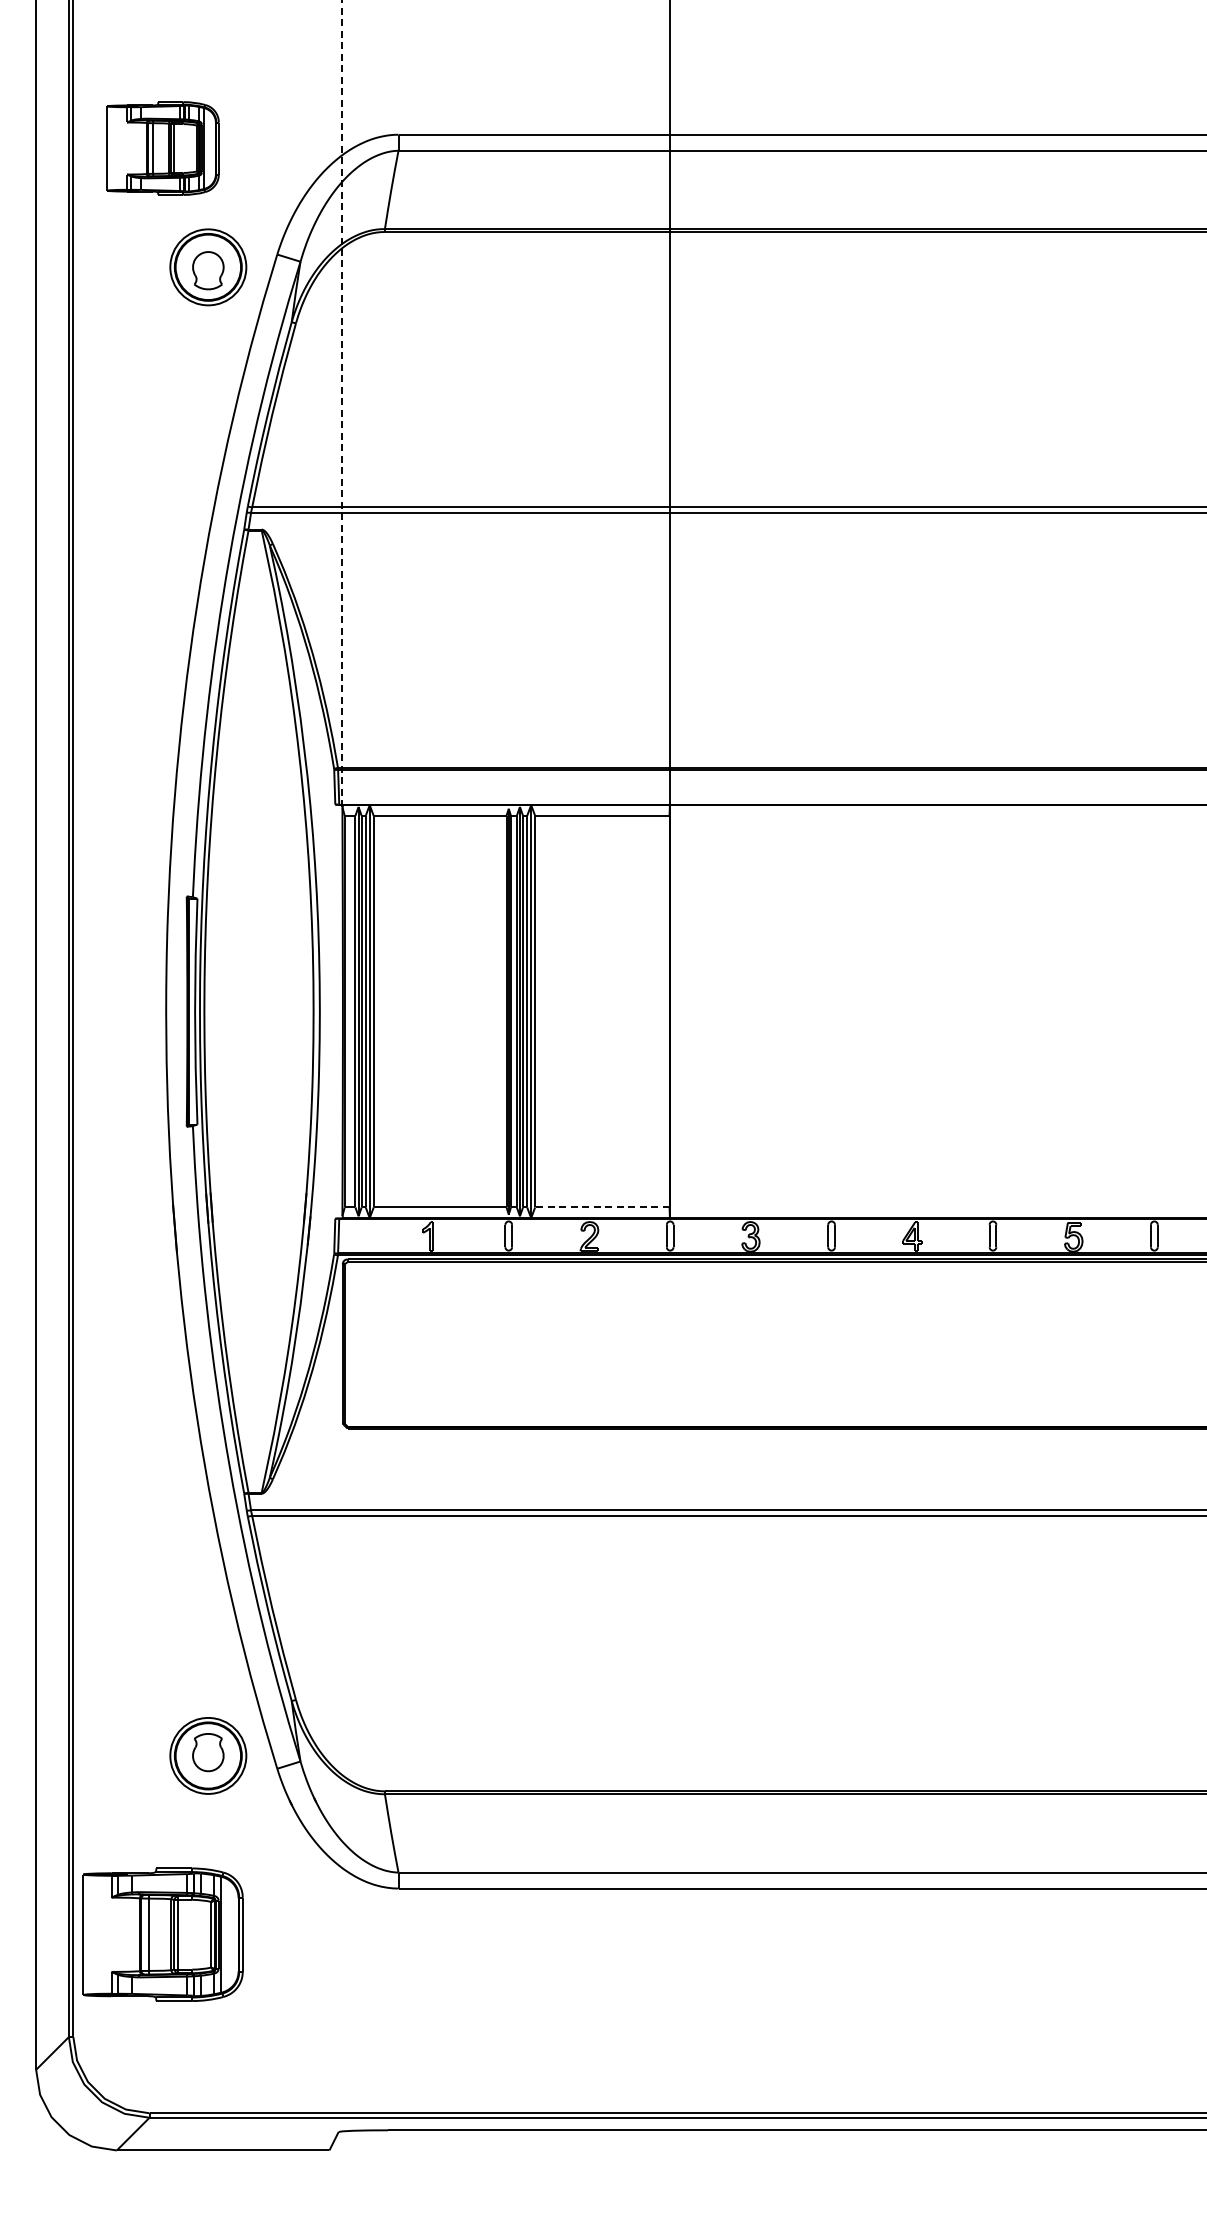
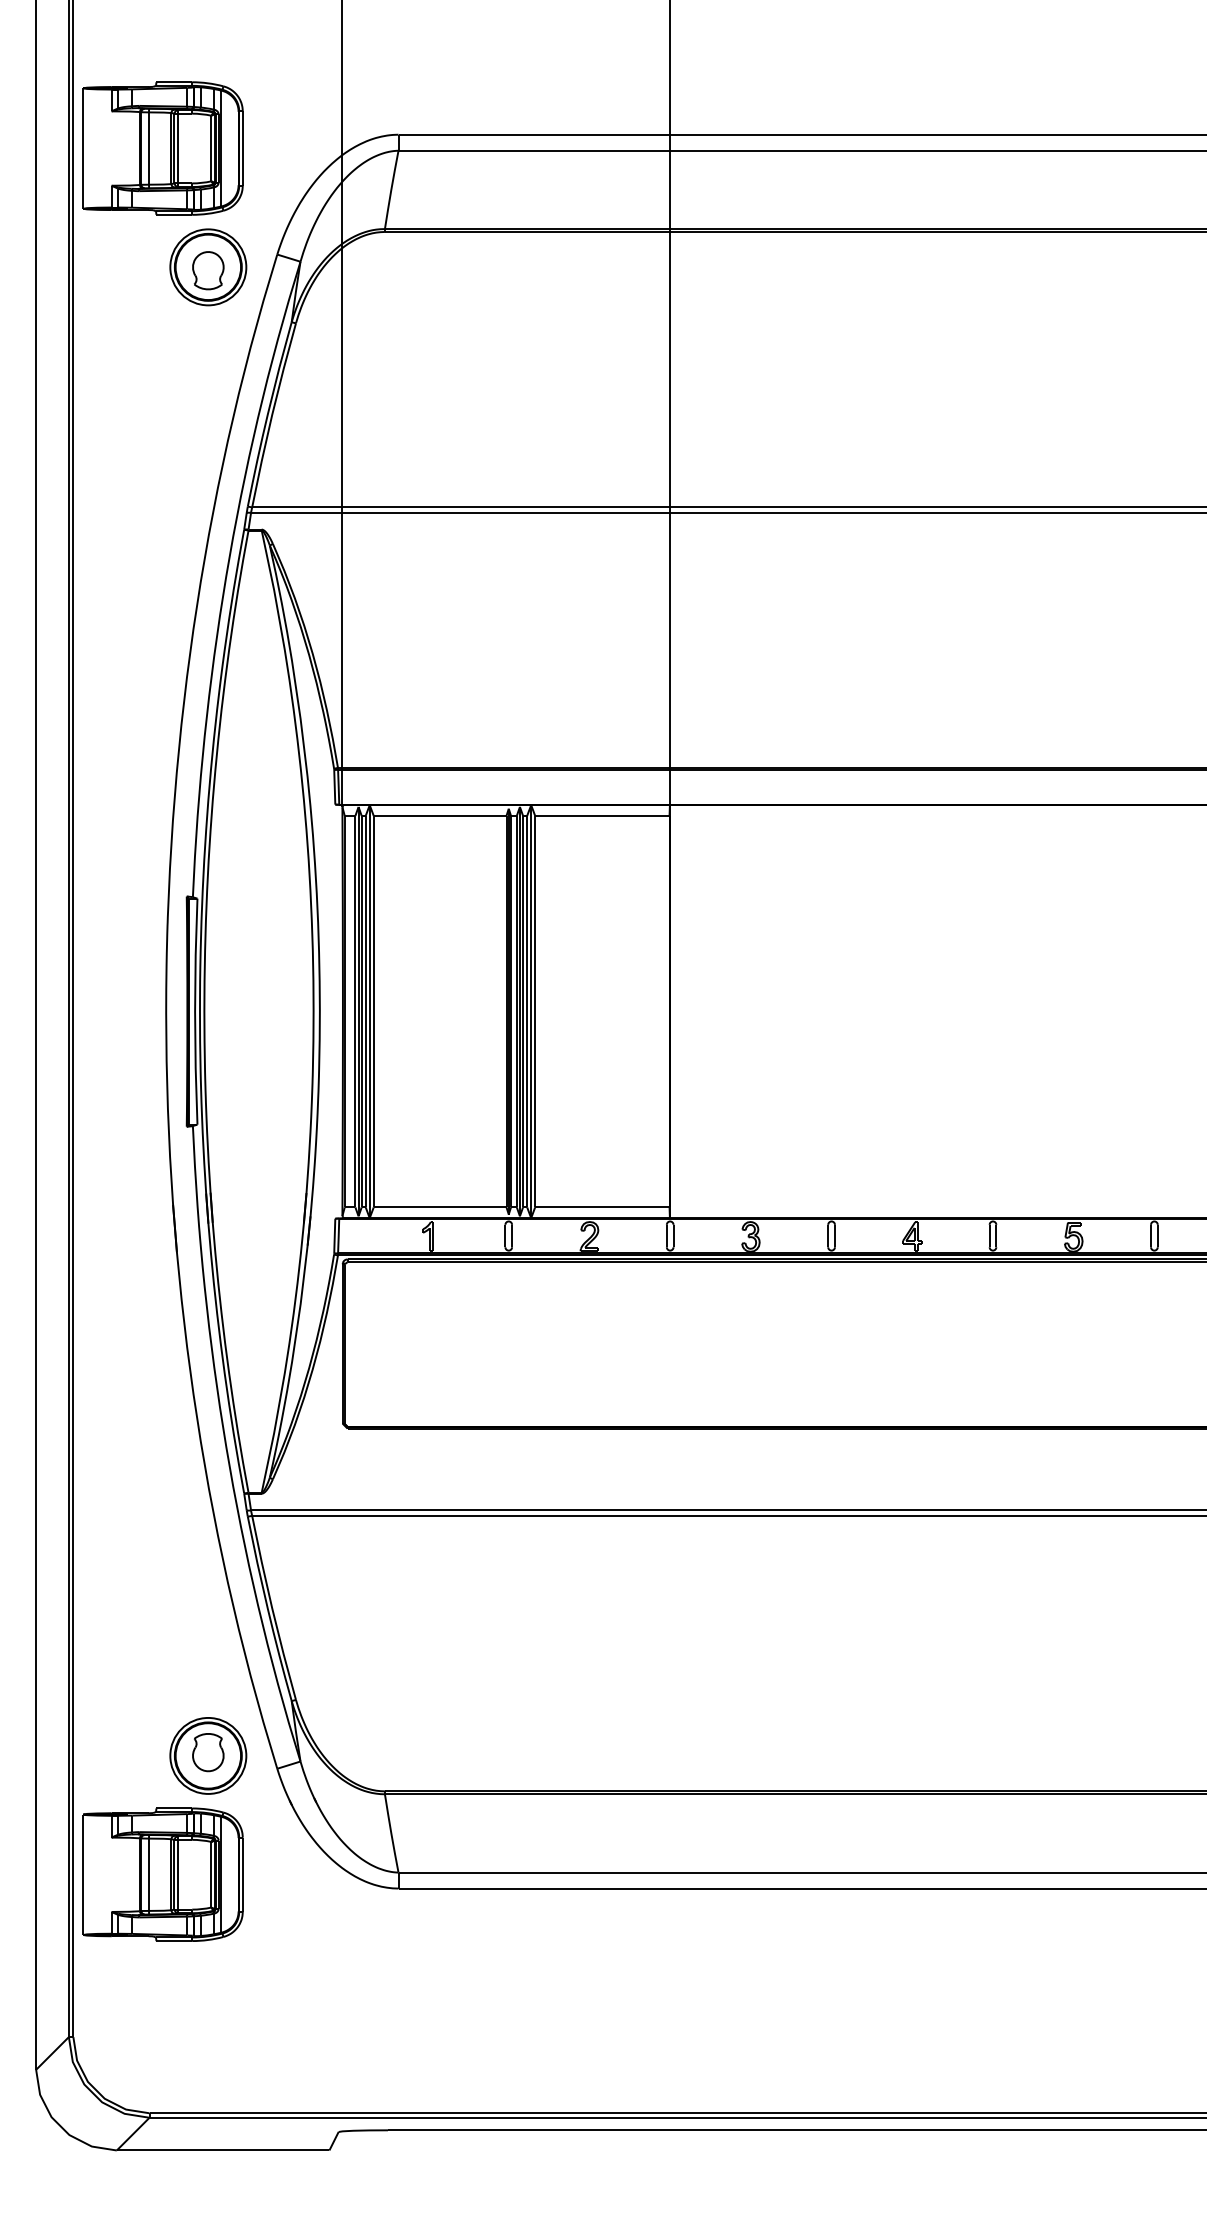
part at (162, 148) size: 114x95 px -> 162x135 px
line at (342, 403): dashed -> solid
line at (601, 1207): dashed -> solid
part at (162, 1934) position: (162, 1934) -> (162, 1874)
